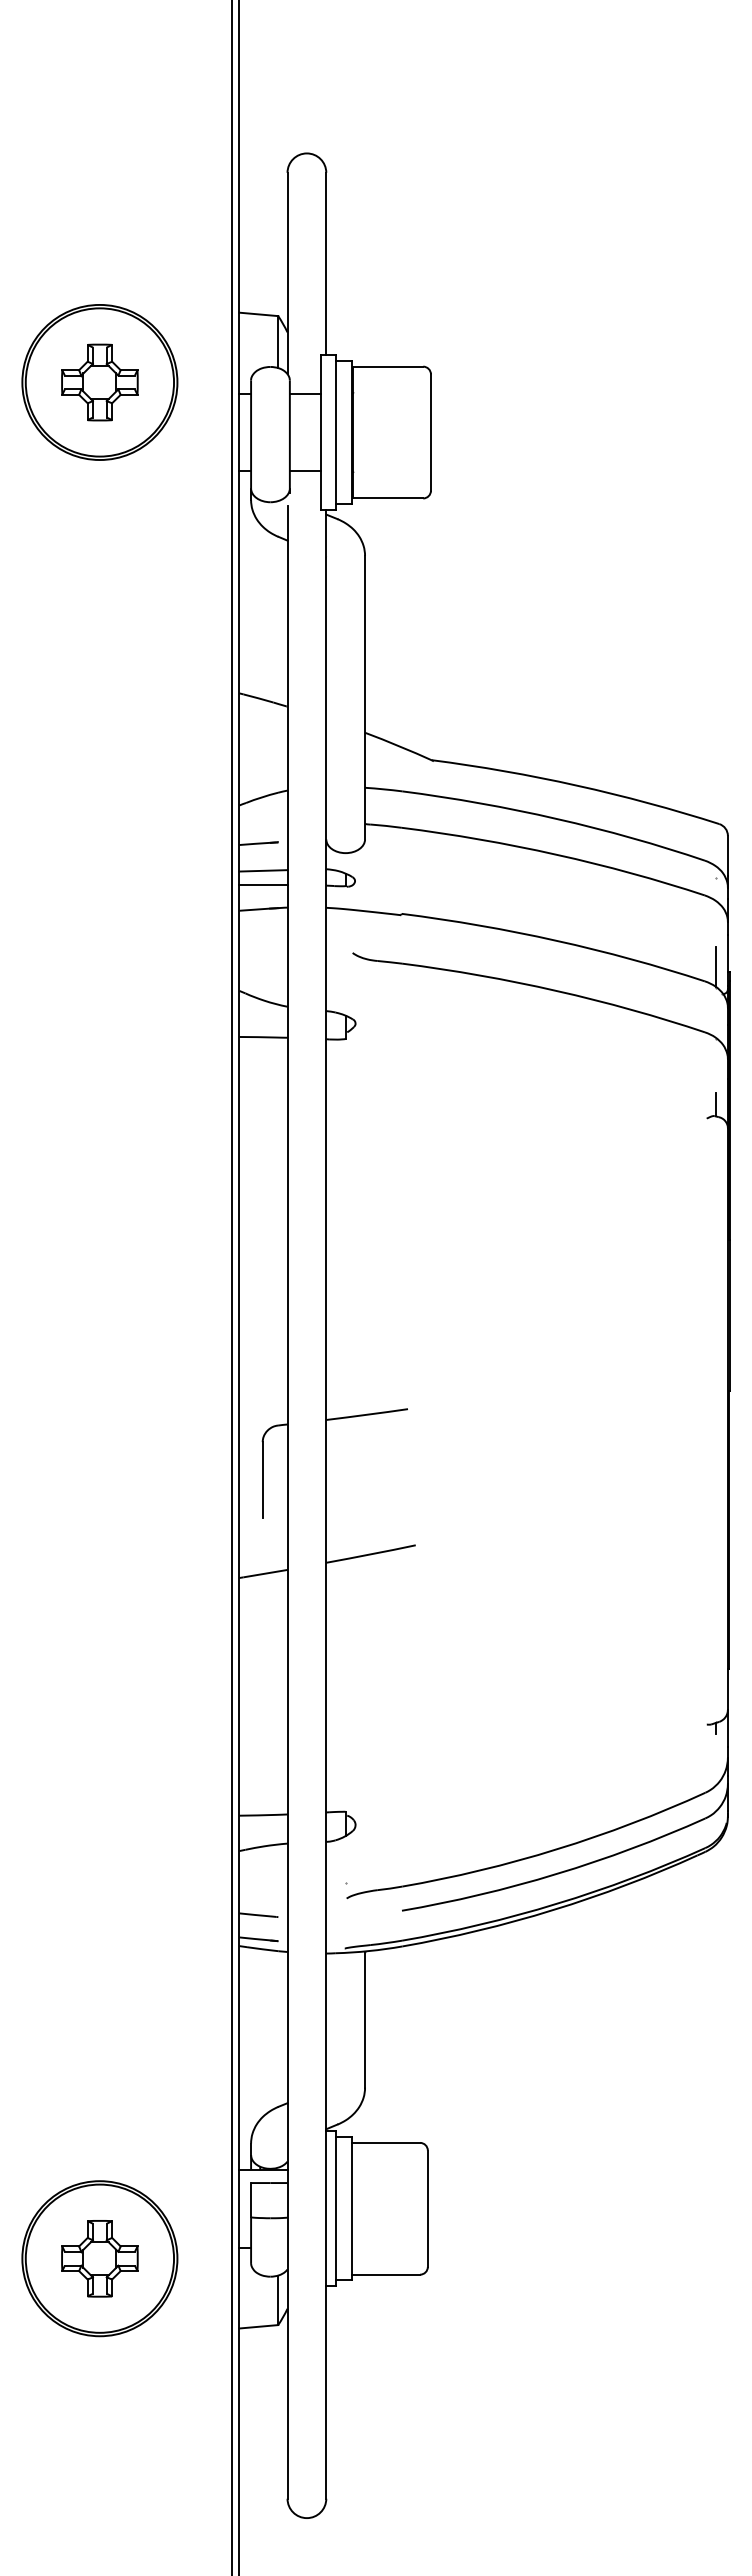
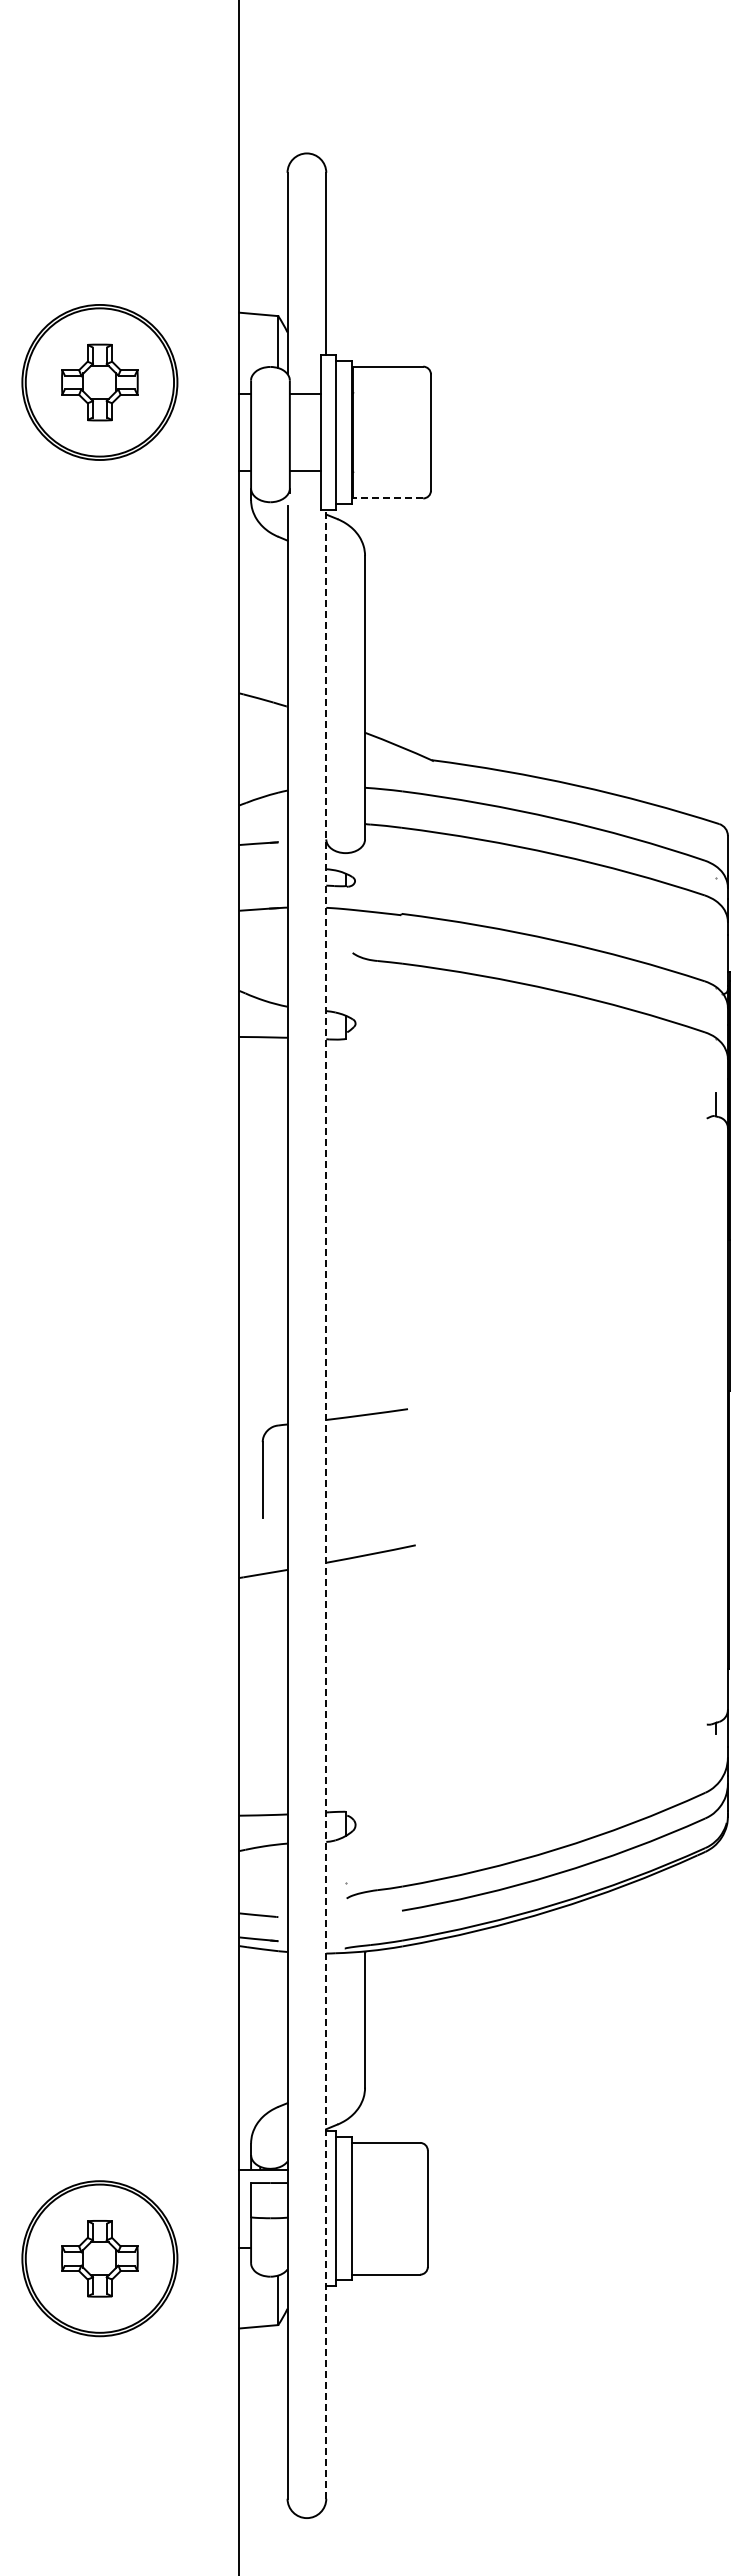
line at (388, 498): solid -> dashed
line at (263, 870): present -> none
line at (263, 885): present -> none
line at (715, 966): present -> none
line at (231, 1287): present -> none
line at (326, 1503): solid -> dashed
